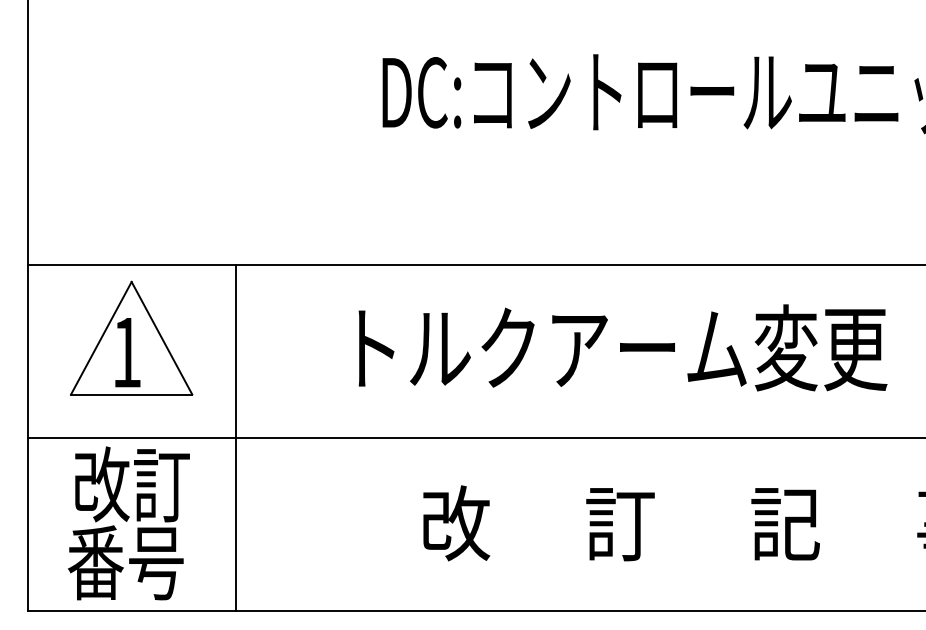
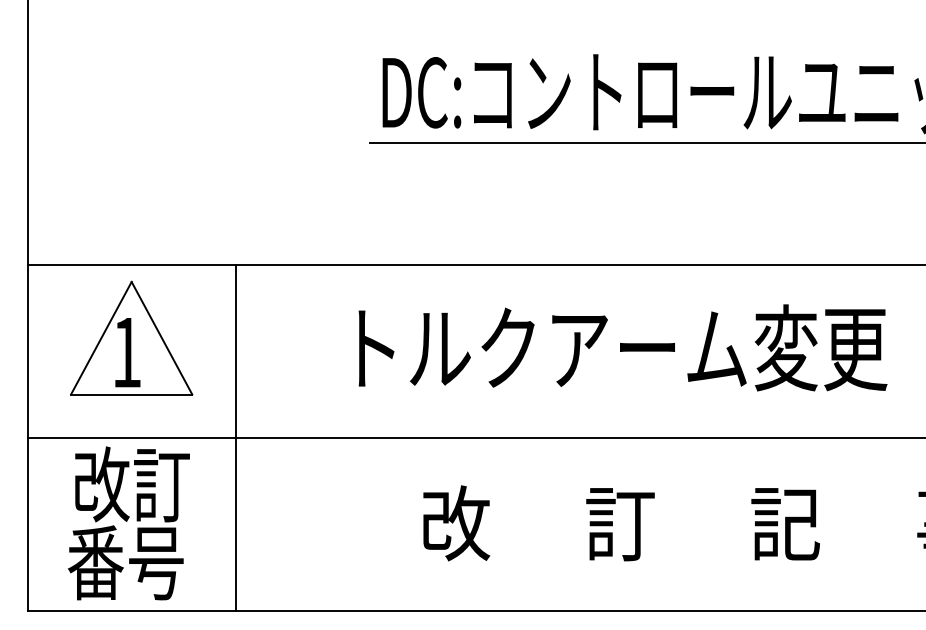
line at (645, 143): none -> present
